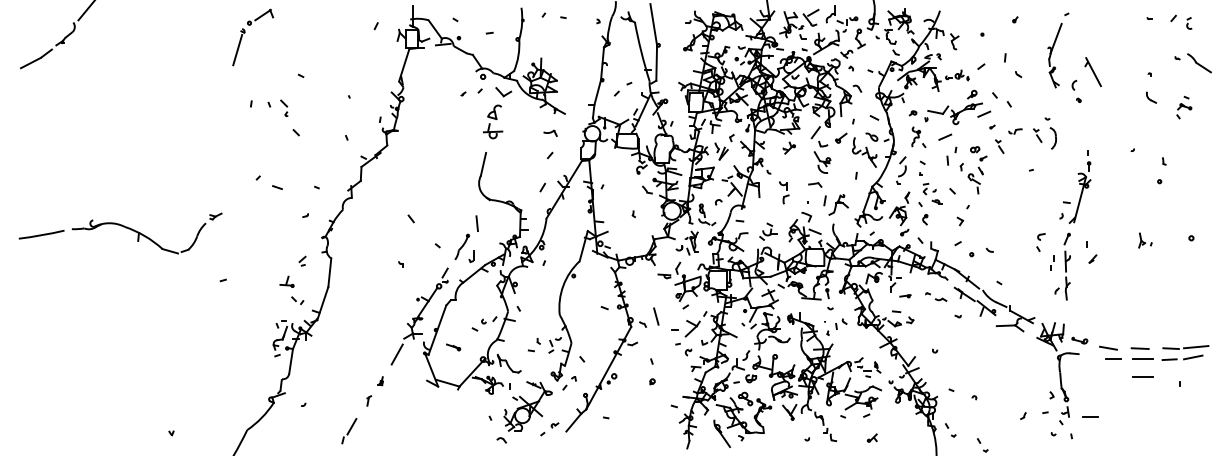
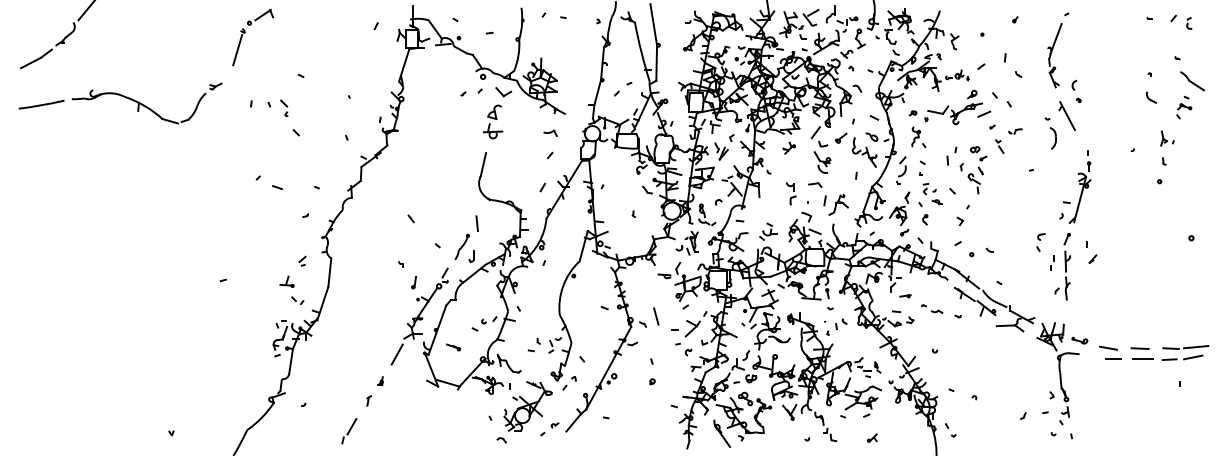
part at (1199, 63) position: (1199, 63) -> (1192, 81)
part at (1092, 72) position: (1092, 72) -> (1066, 116)
part at (1037, 135): present -> none
line at (945, 136): present -> none
part at (784, 192) position: (784, 192) -> (791, 193)
part at (123, 227) position: (123, 227) -> (123, 97)
part at (1145, 240) position: (1145, 240) -> (1167, 138)
part at (413, 282): none -> present
part at (936, 296) position: (936, 296) -> (932, 308)
line at (1142, 376): present -> none
line at (1090, 416): present -> none
part at (982, 445): present -> none
